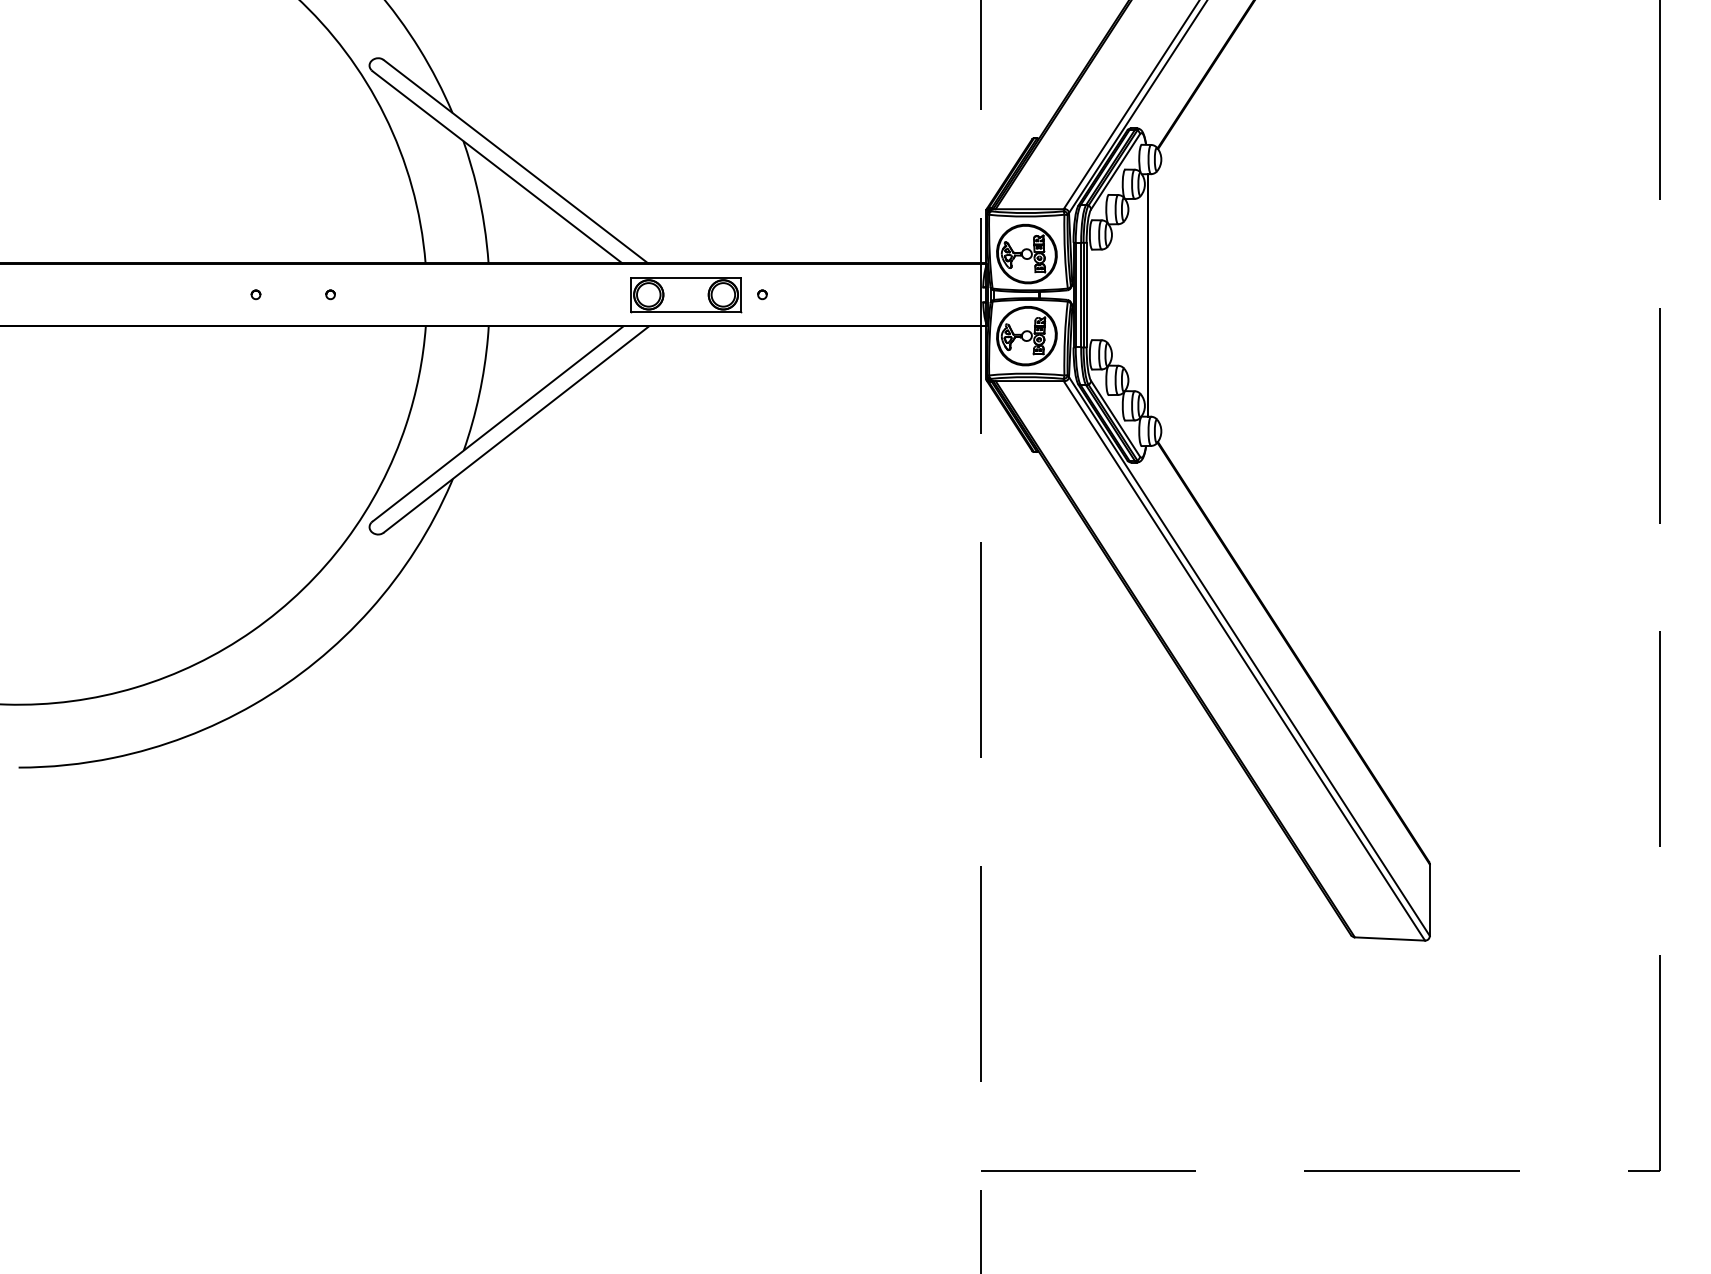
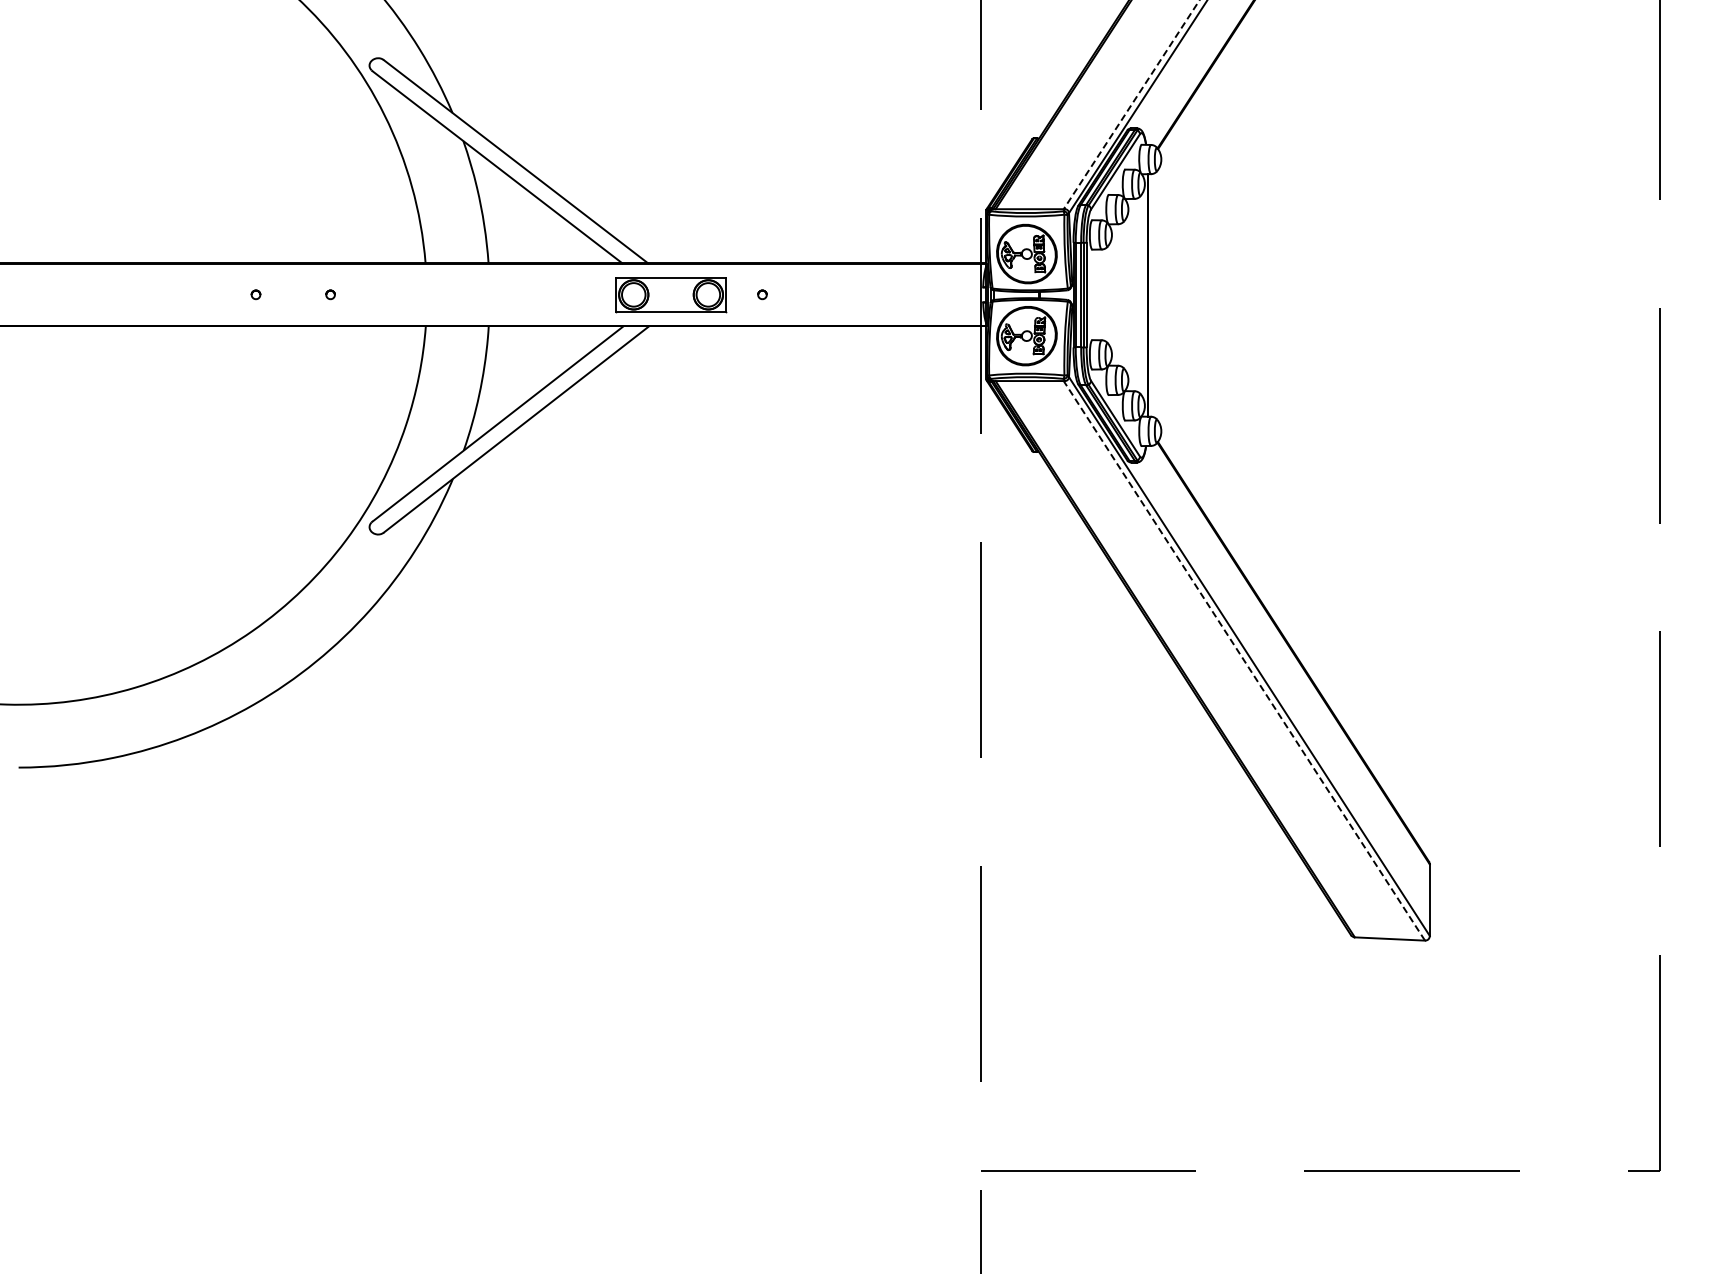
line at (1131, 105): solid -> dashed
part at (686, 295) position: (686, 295) -> (671, 295)
line at (1244, 660): solid -> dashed
